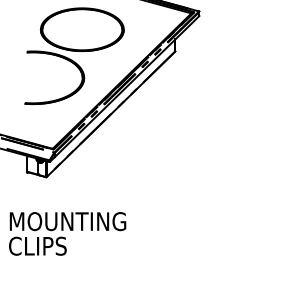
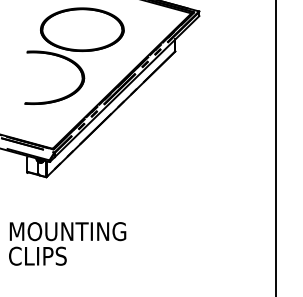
line at (275, 147): none -> present
text at (67, 233) position: (67, 233) -> (67, 243)
